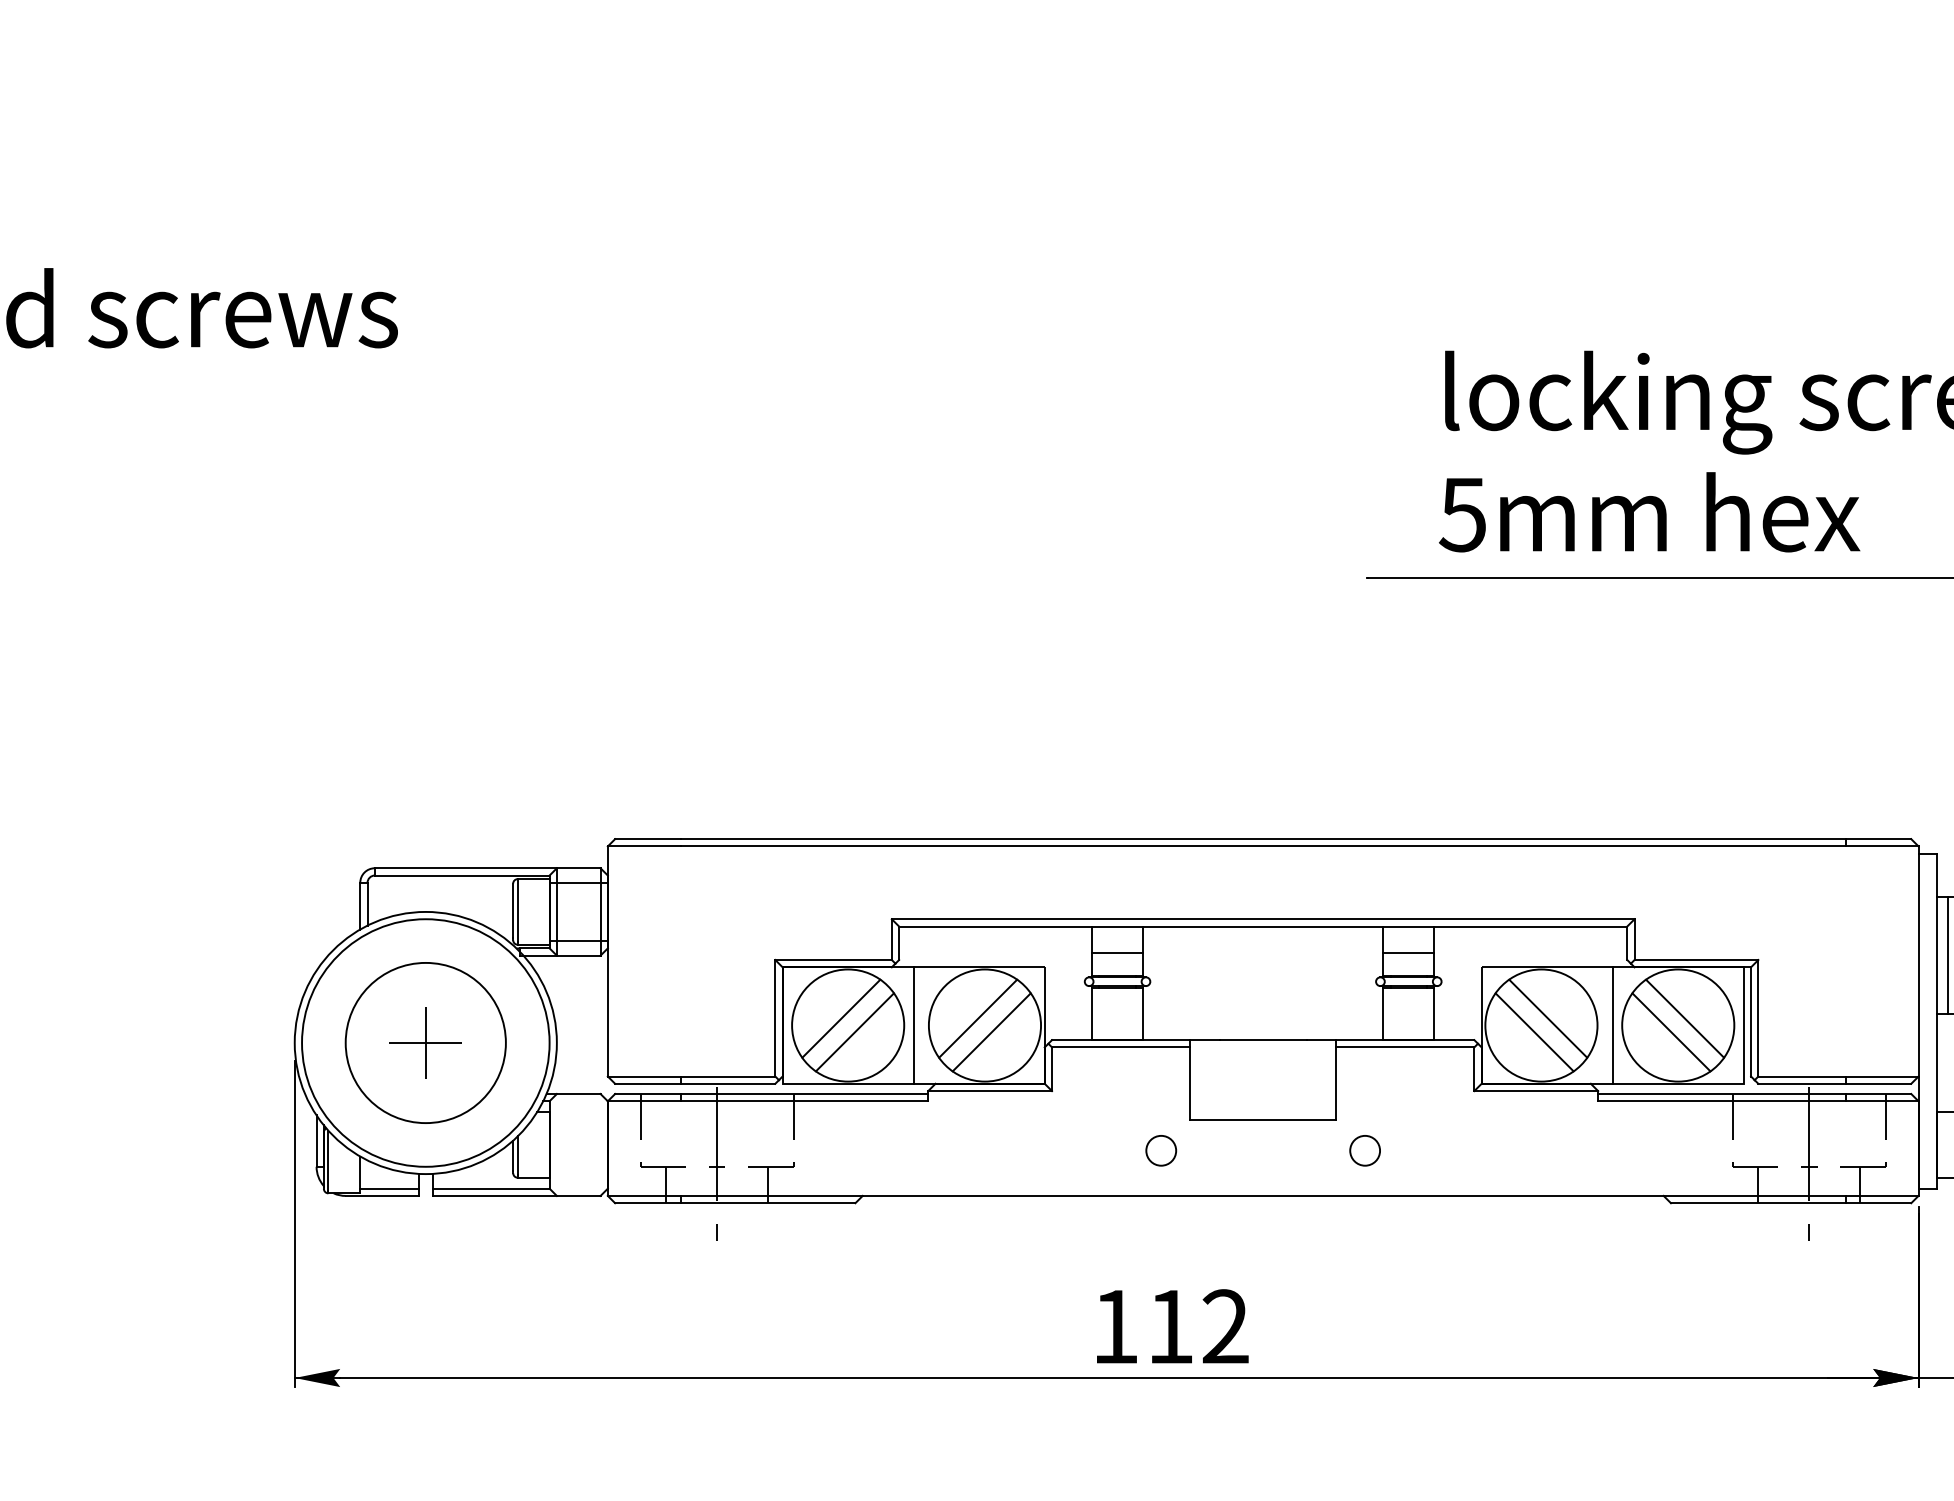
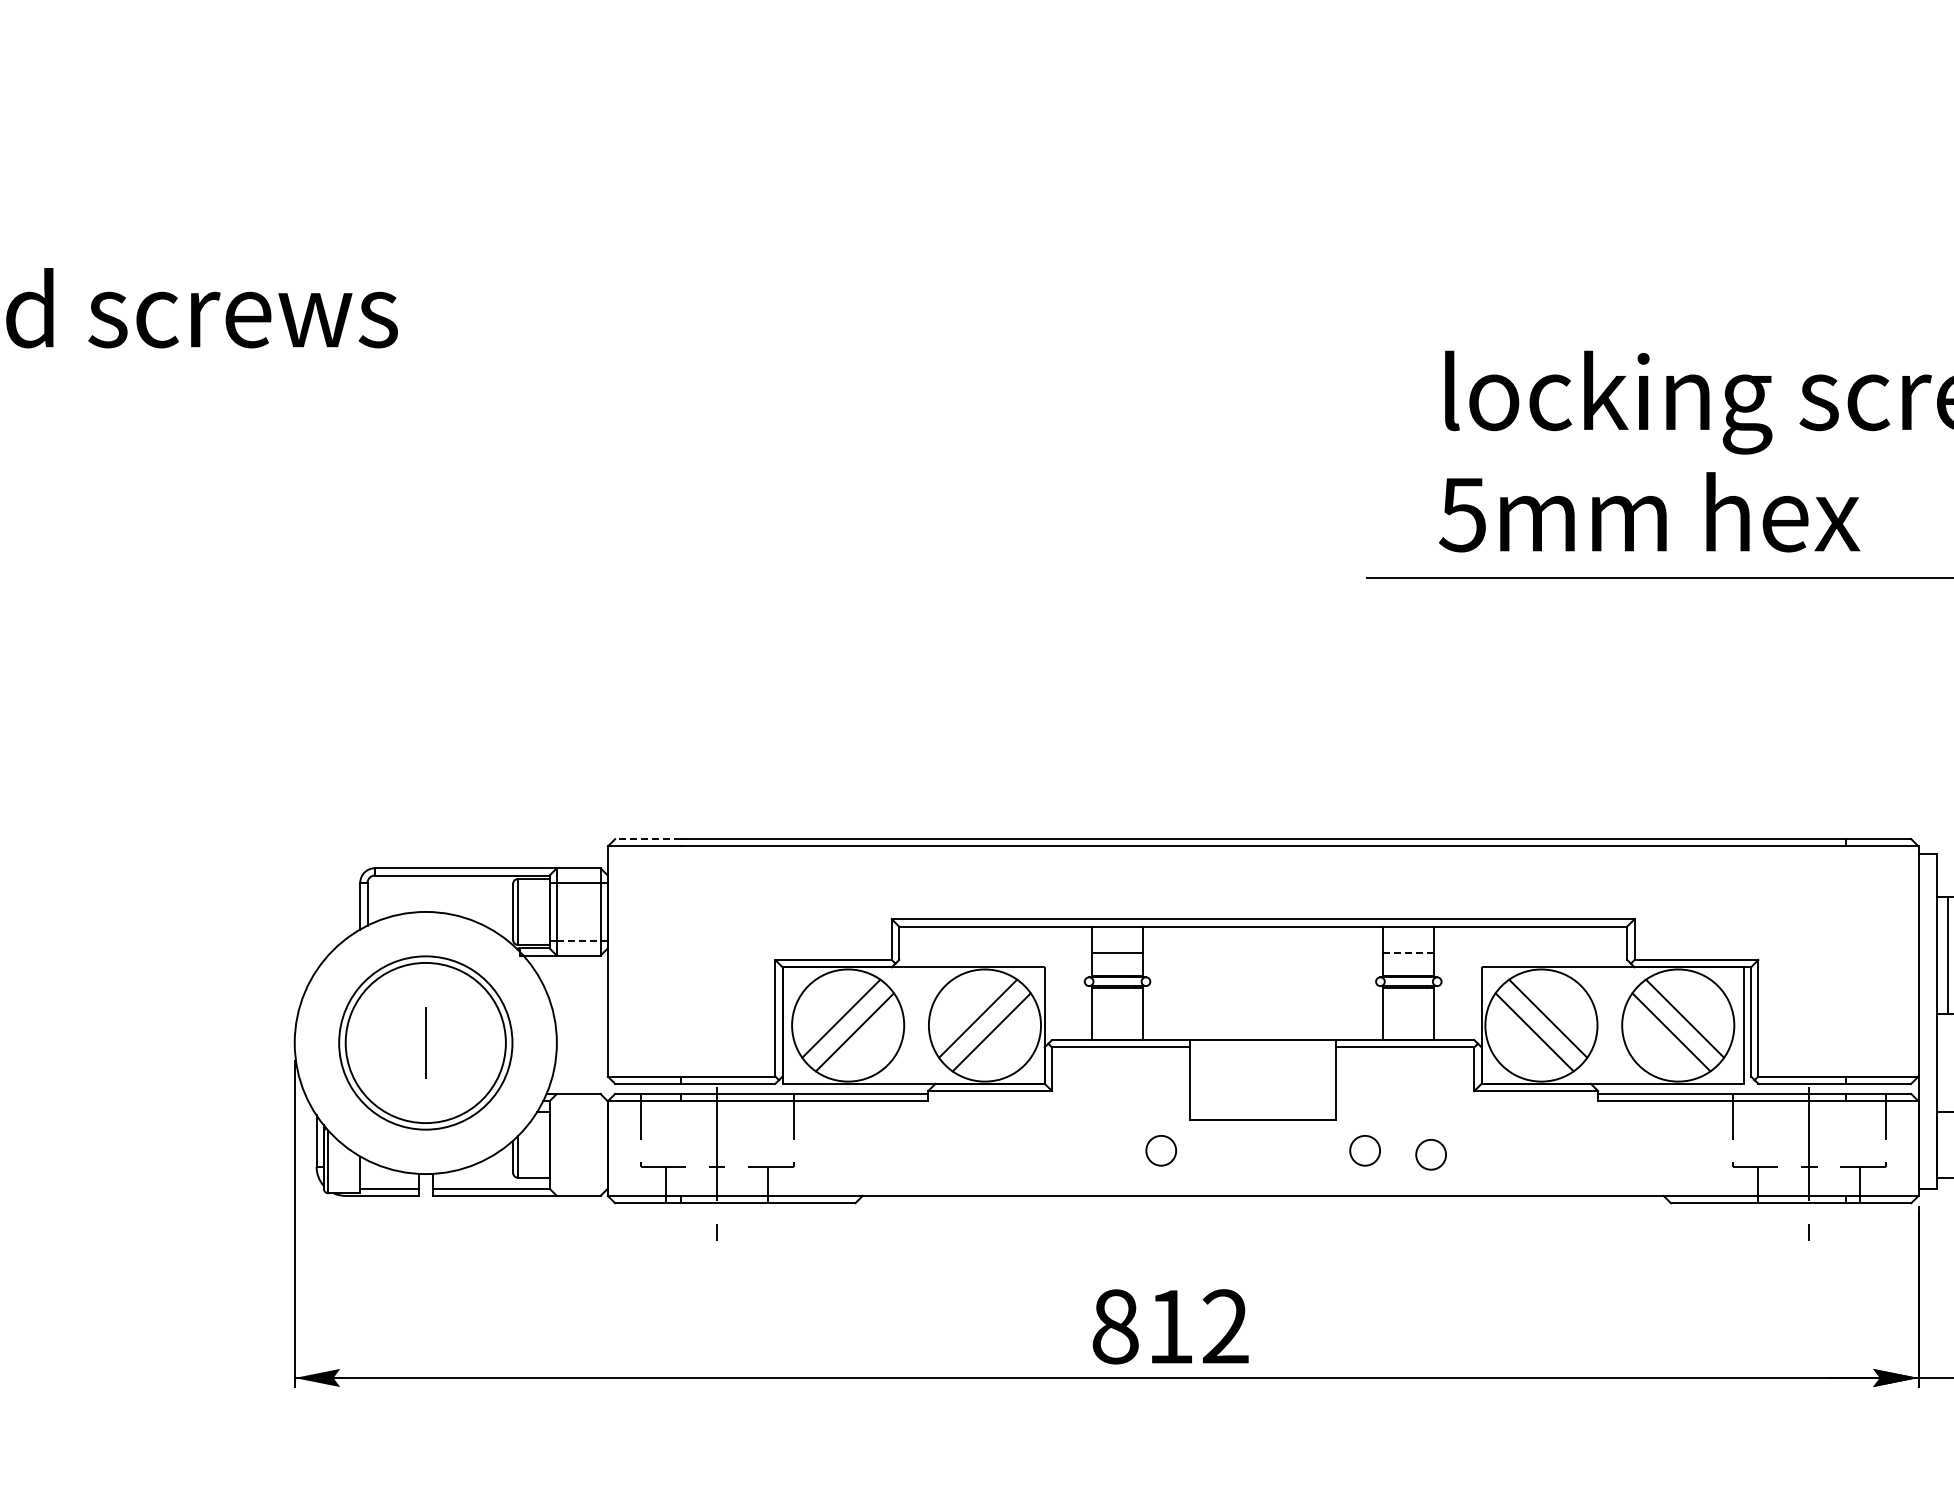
line at (647, 839): solid -> dashed
line at (578, 941): solid -> dashed
line at (1409, 952): solid -> dashed
line at (913, 1025): present -> none
line at (1612, 1025): present -> none
circle at (425, 1042) diameter: 248 px -> 173 px
line at (425, 1043): present -> none
circle at (1430, 1154): none -> present
text at (1115, 1326): 112 -> 812
